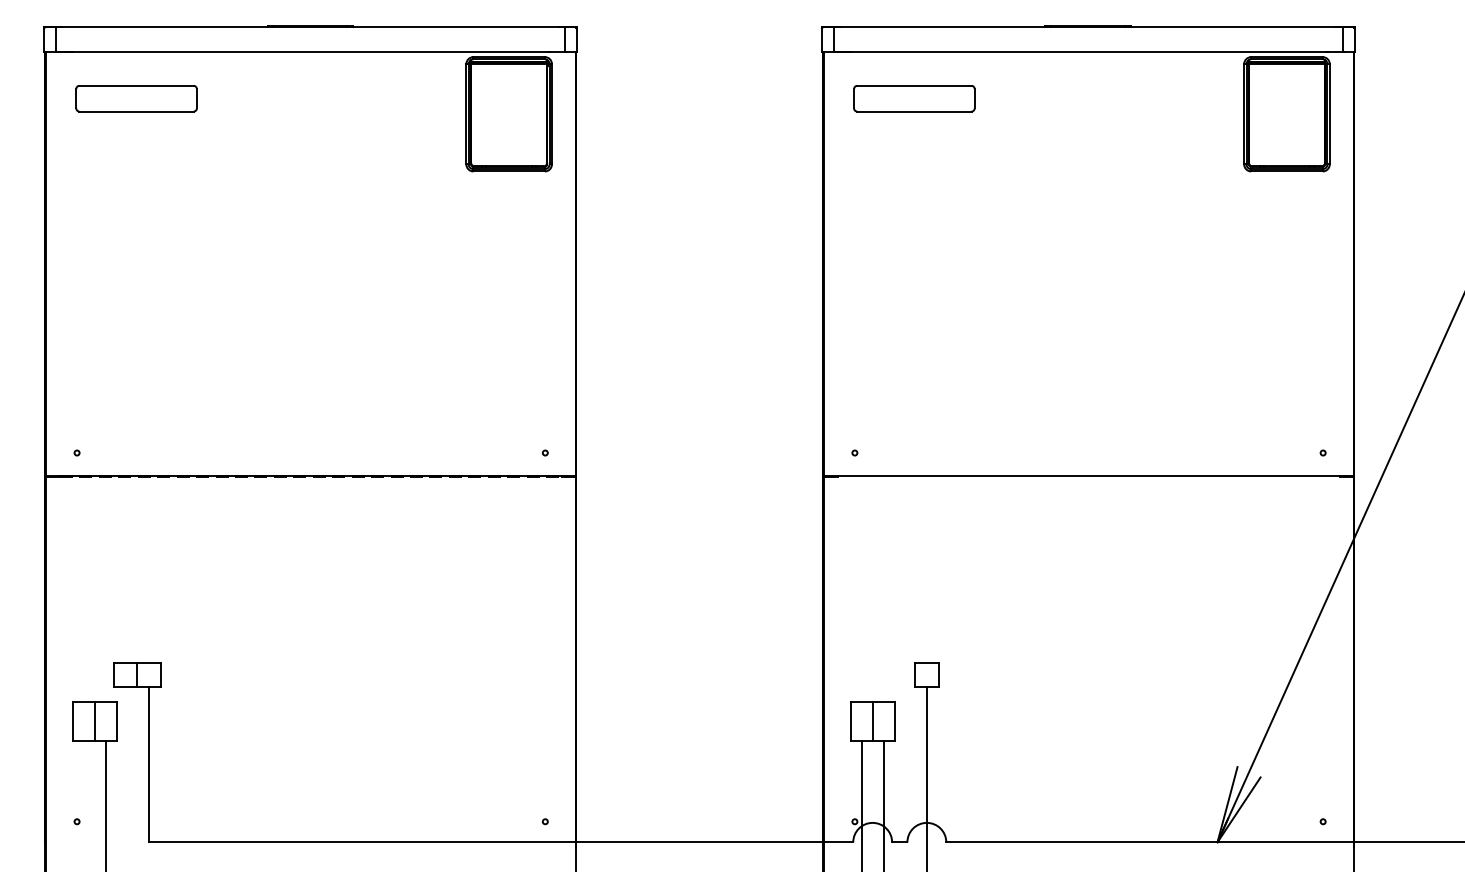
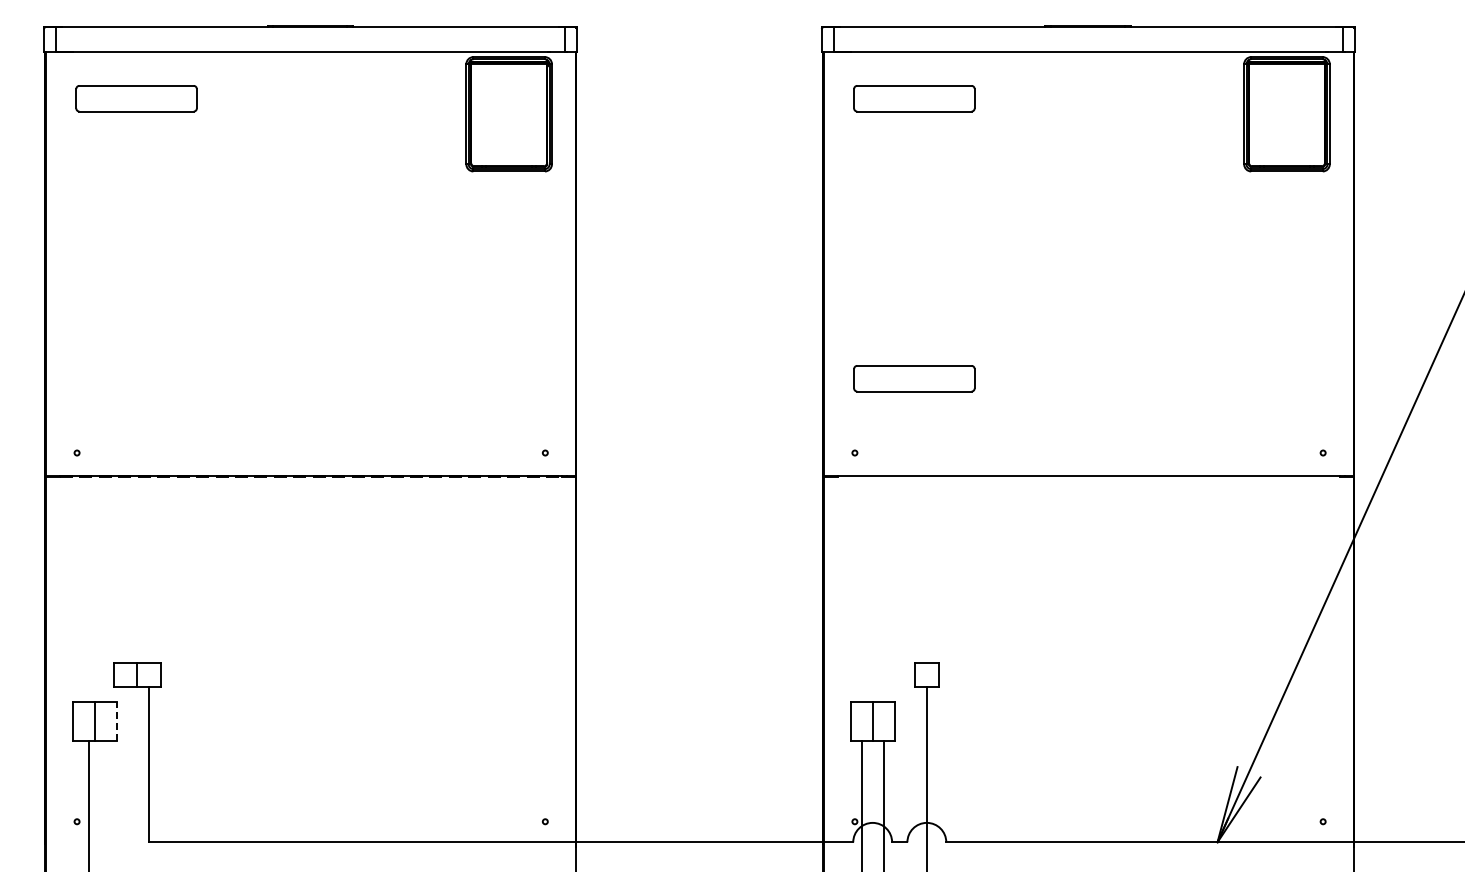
part at (914, 378): none -> present
line at (116, 721): solid -> dashed
line at (105, 804) position: (105, 804) -> (88, 804)
